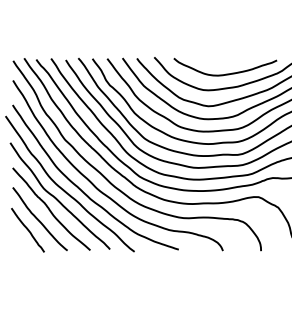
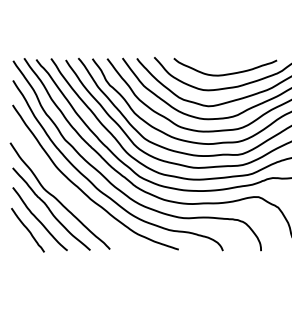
curve at (64, 189): present -> none
